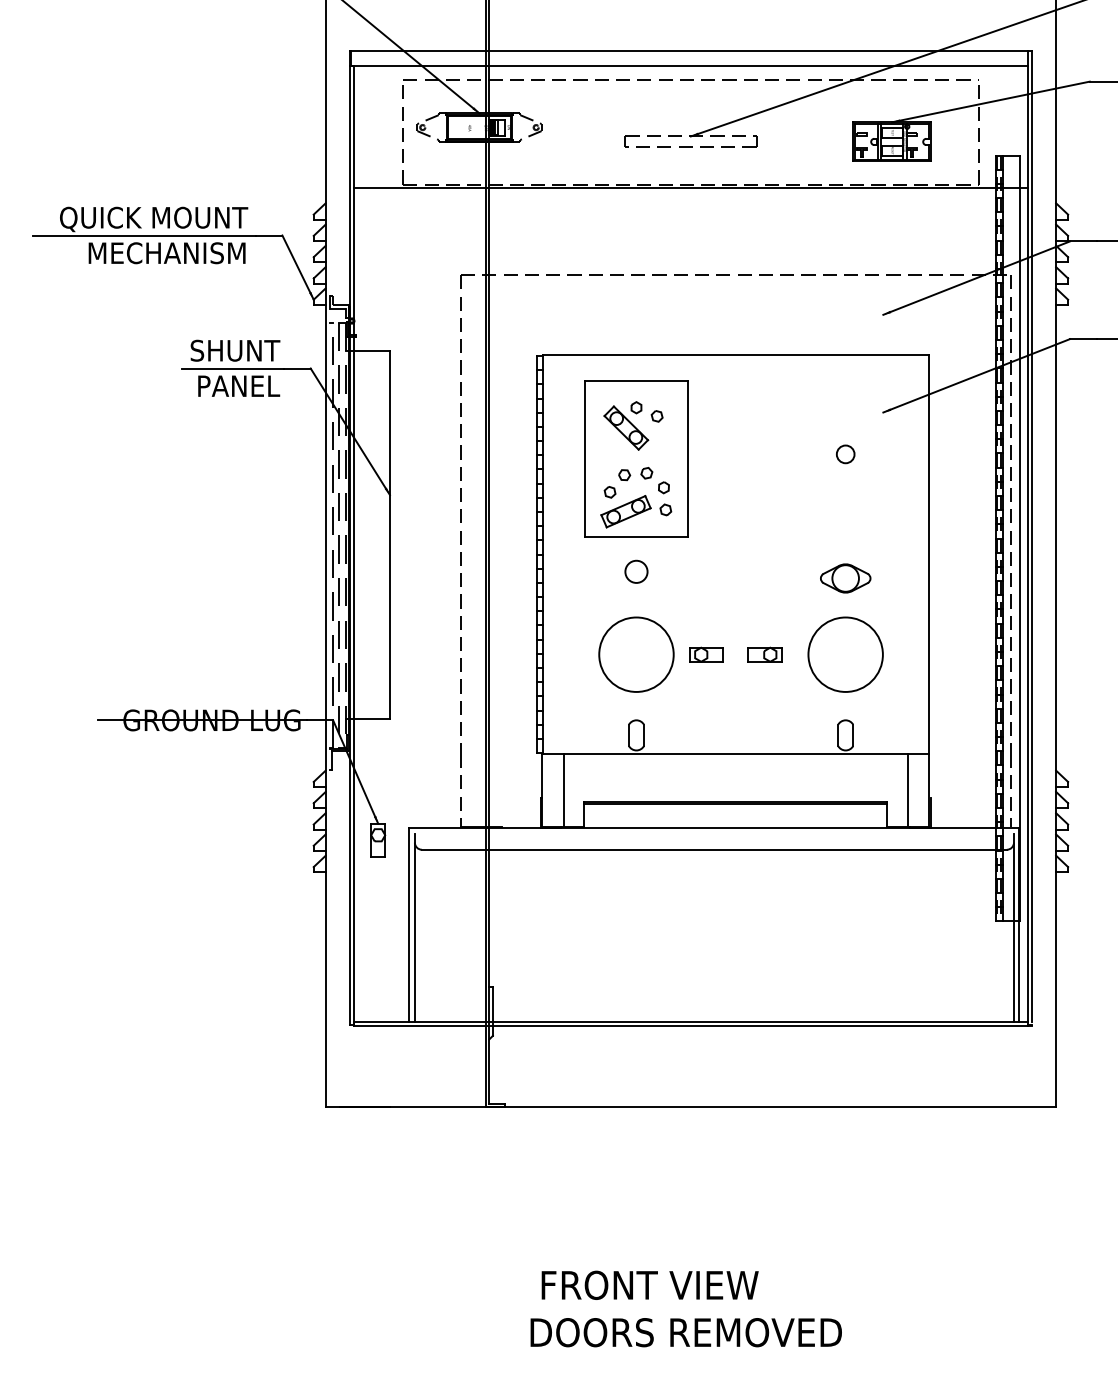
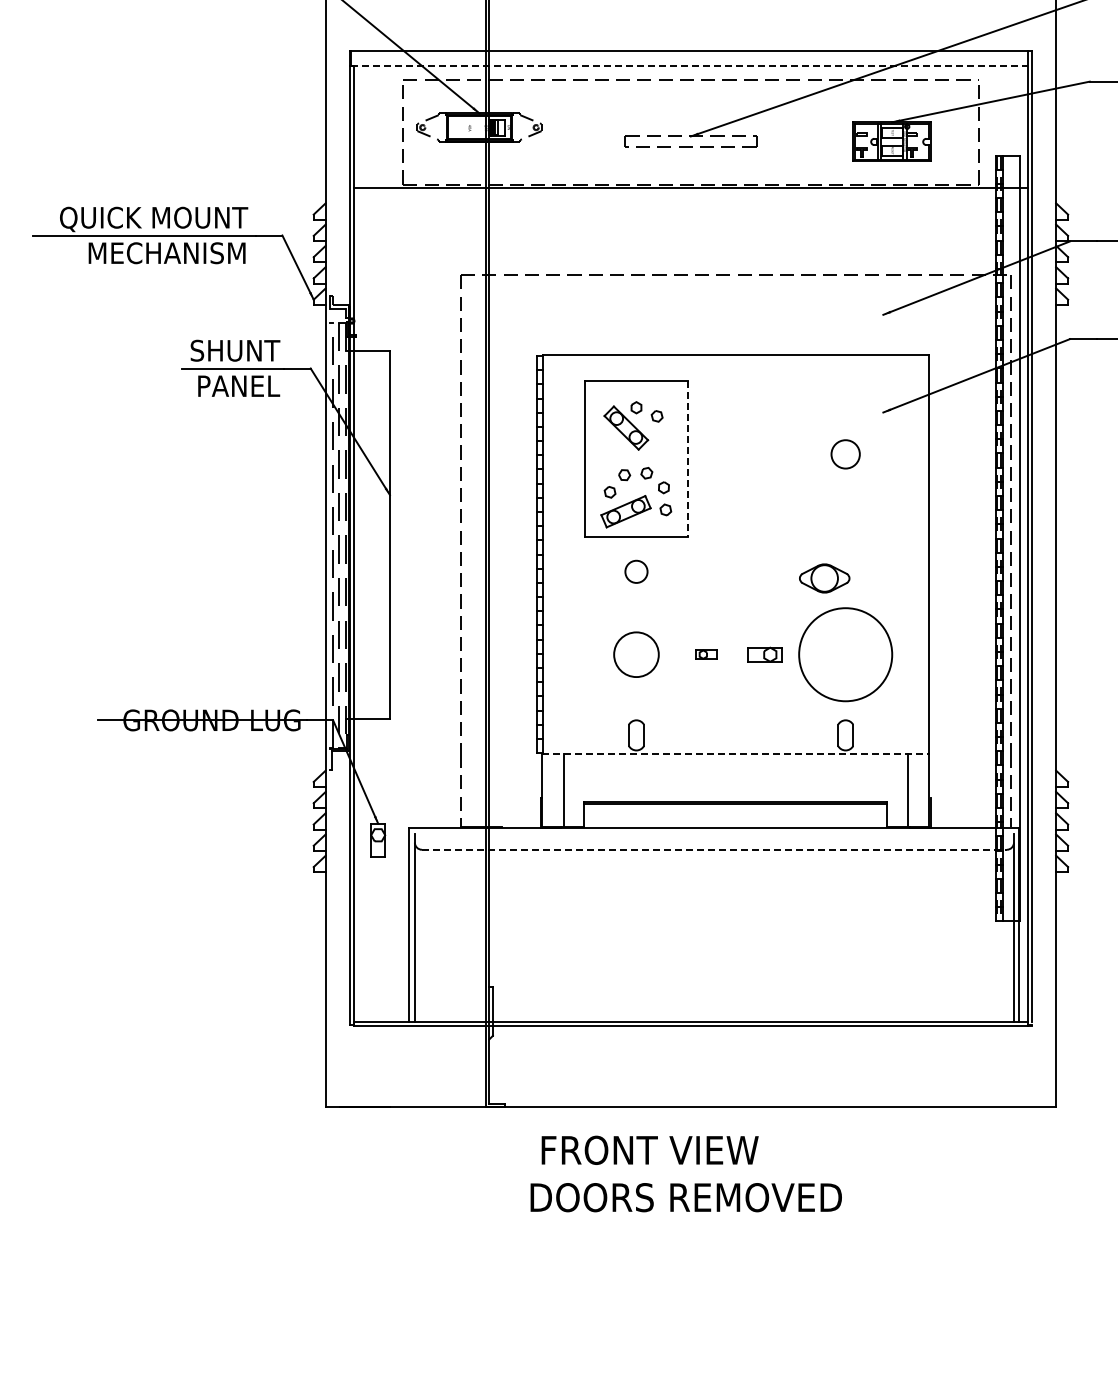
line at (689, 65): solid -> dashed
circle at (845, 454) diameter: 18 px -> 28 px
line at (687, 459): solid -> dashed
part at (845, 578) position: (845, 578) -> (824, 578)
circle at (636, 654) diameter: 74 px -> 45 px
part at (706, 654) size: 35x17 px -> 23x11 px
circle at (845, 654) diameter: 74 px -> 93 px
line at (736, 754): solid -> dashed
line at (714, 849): solid -> dashed
text at (685, 1308) position: (685, 1308) -> (685, 1173)
